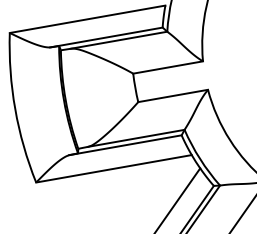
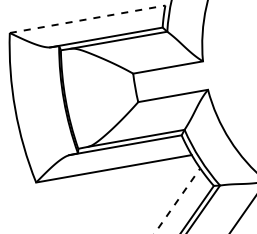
line at (87, 19): solid -> dashed
line at (177, 201): solid -> dashed
